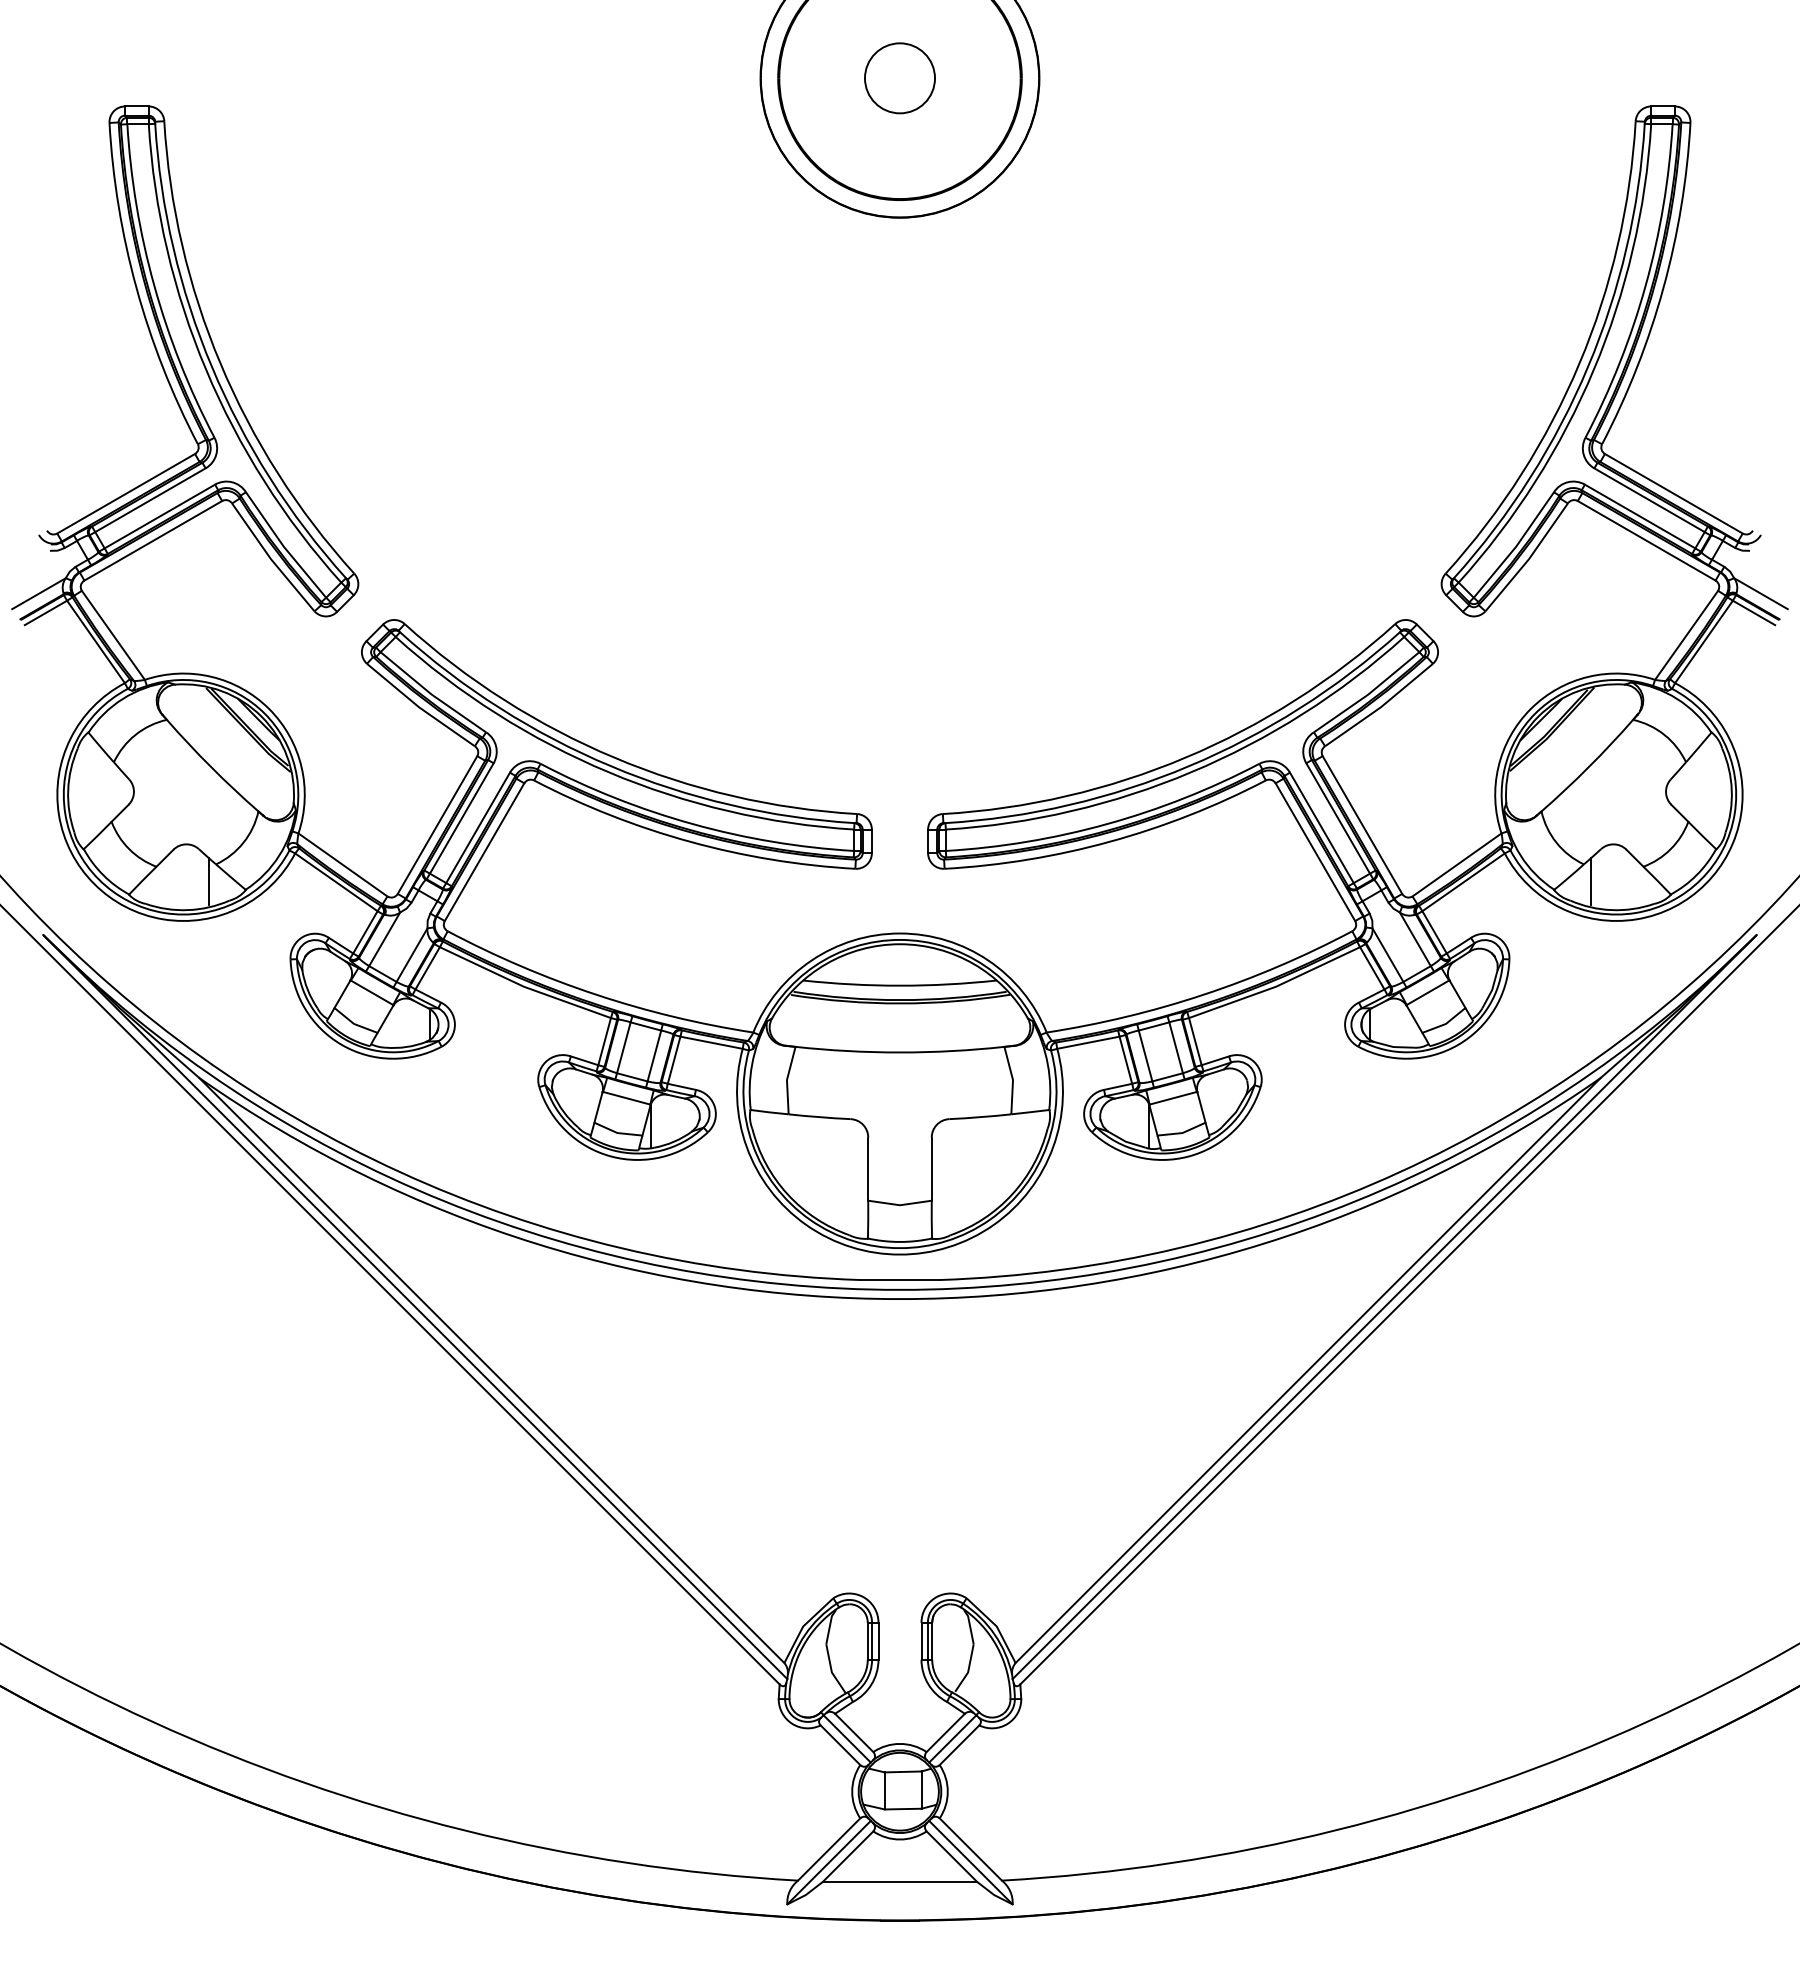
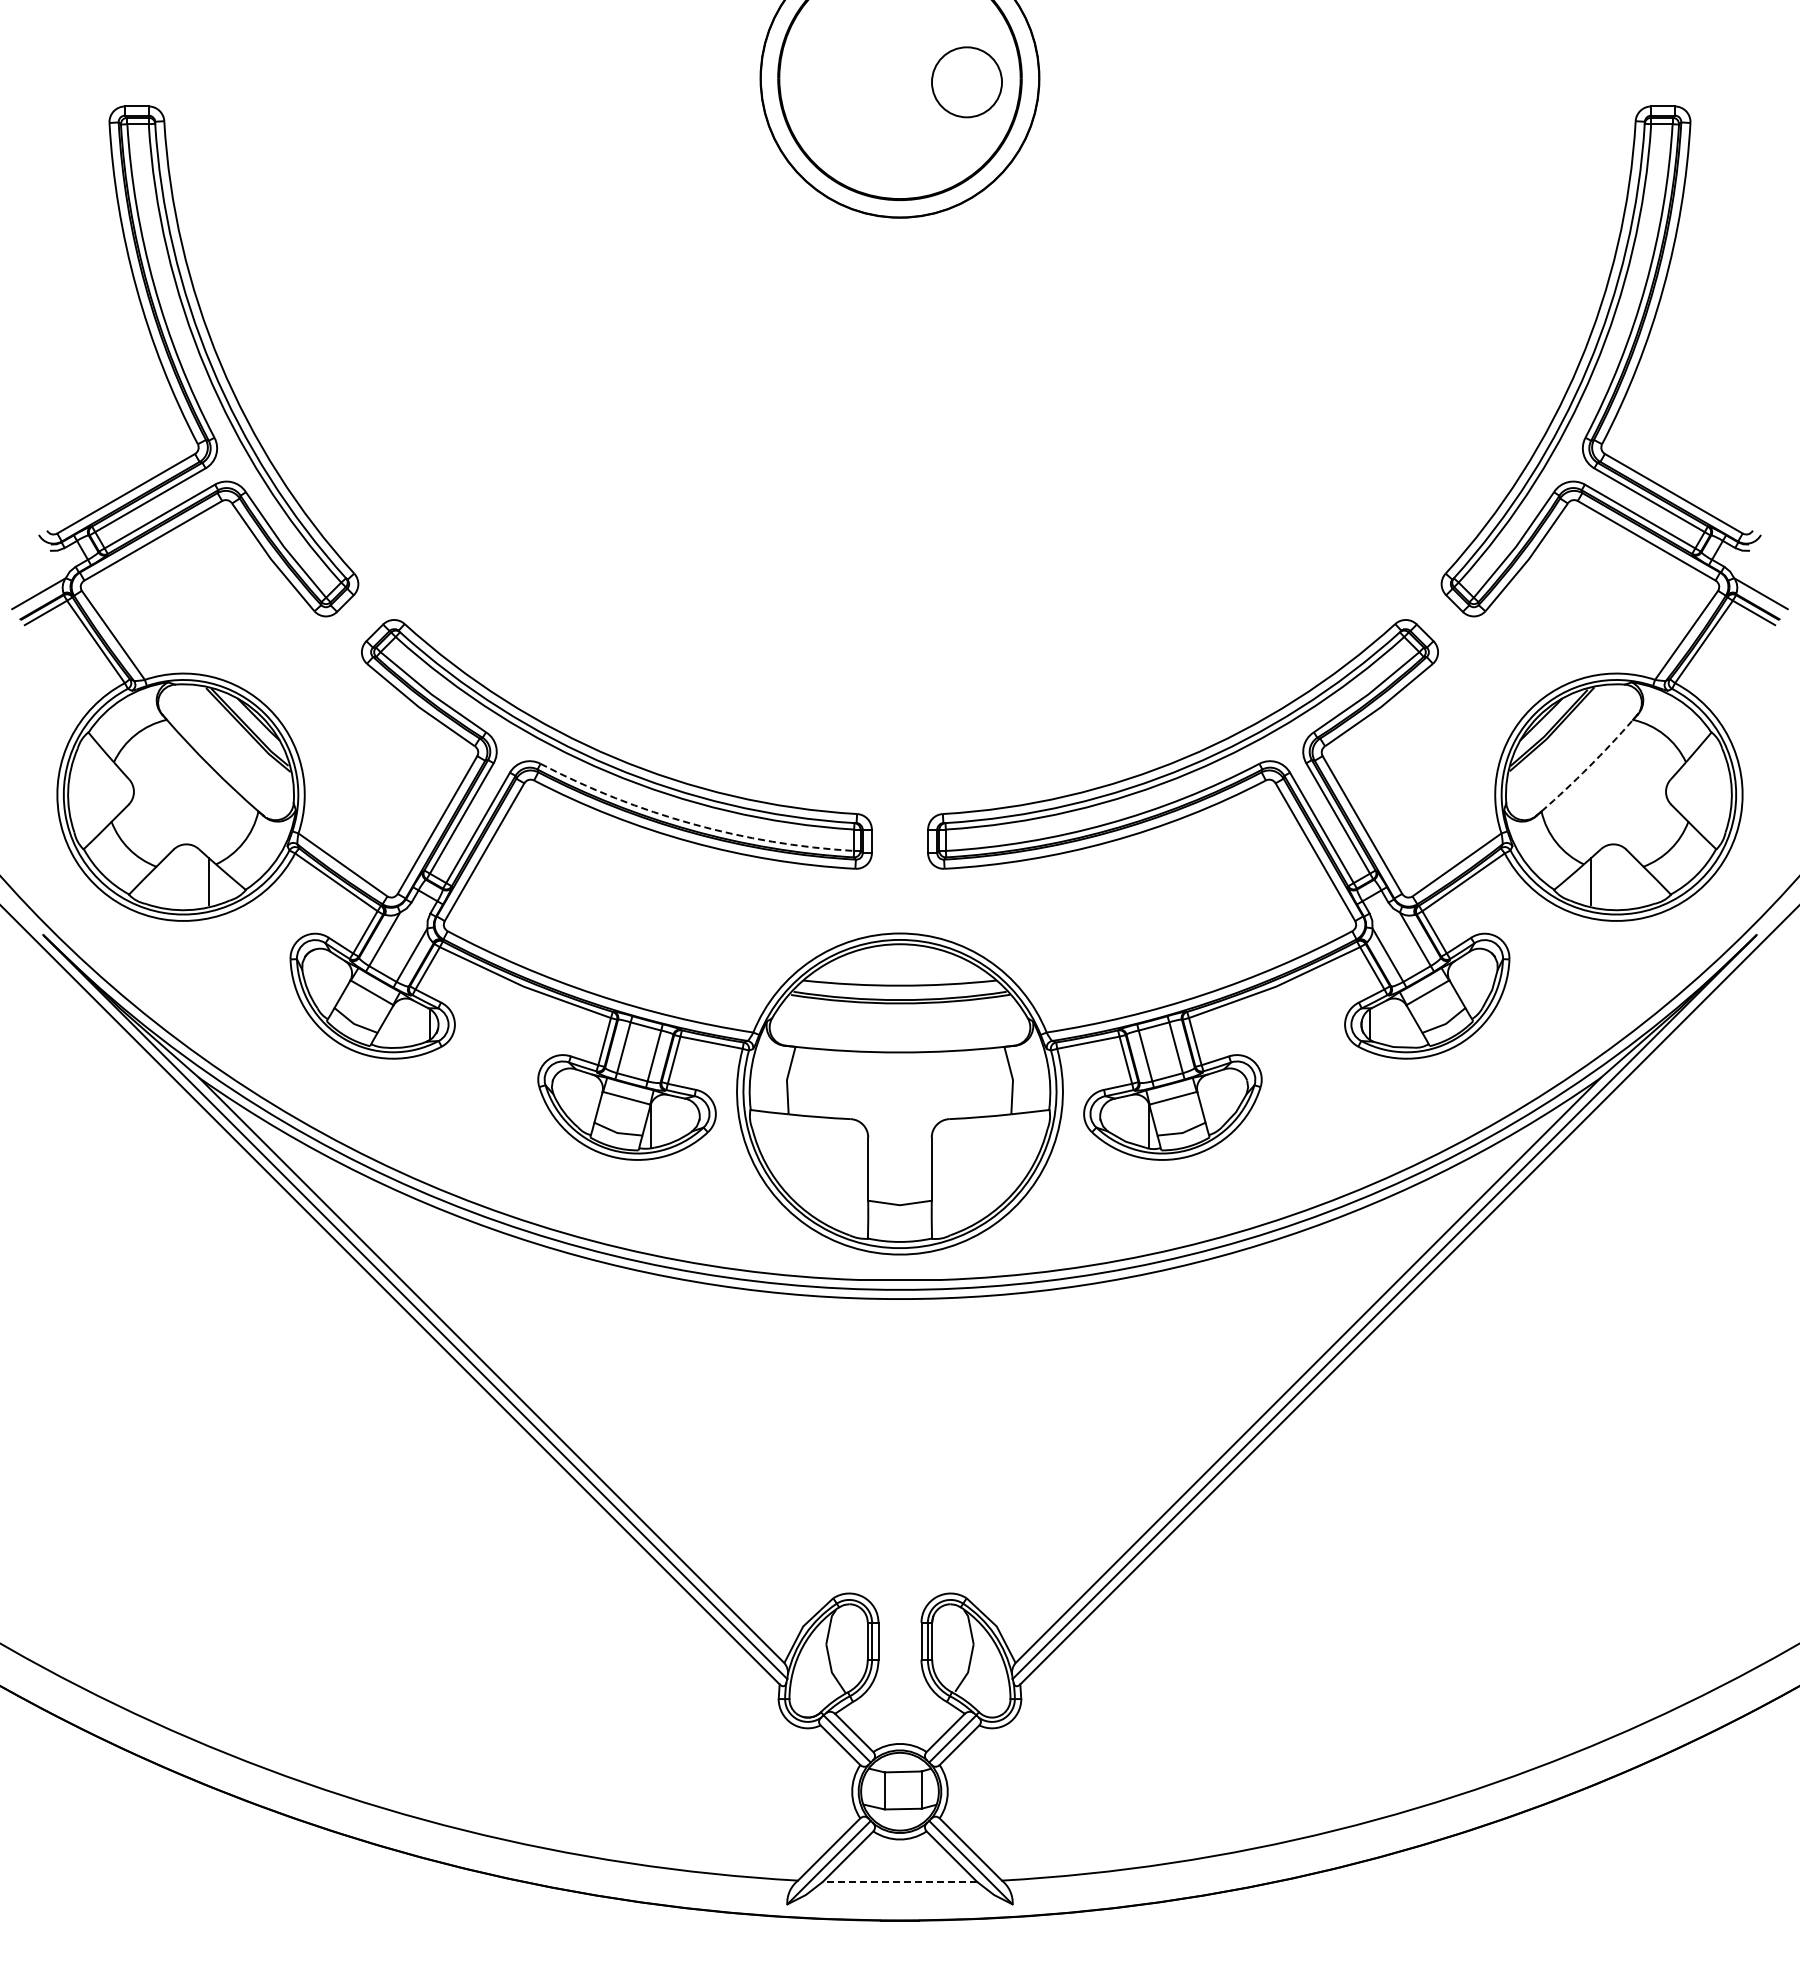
circle at (899, 78) position: (899, 78) -> (966, 82)
arc at (1588, 767): solid -> dashed
arc at (692, 824): solid -> dashed
line at (899, 1881): solid -> dashed
